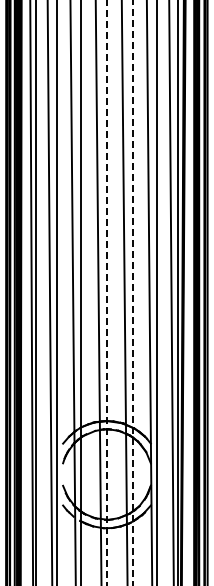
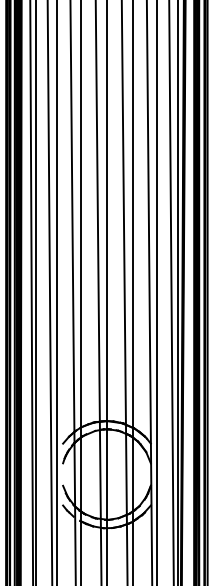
line at (107, 293): dashed -> solid
line at (133, 293): dashed -> solid
